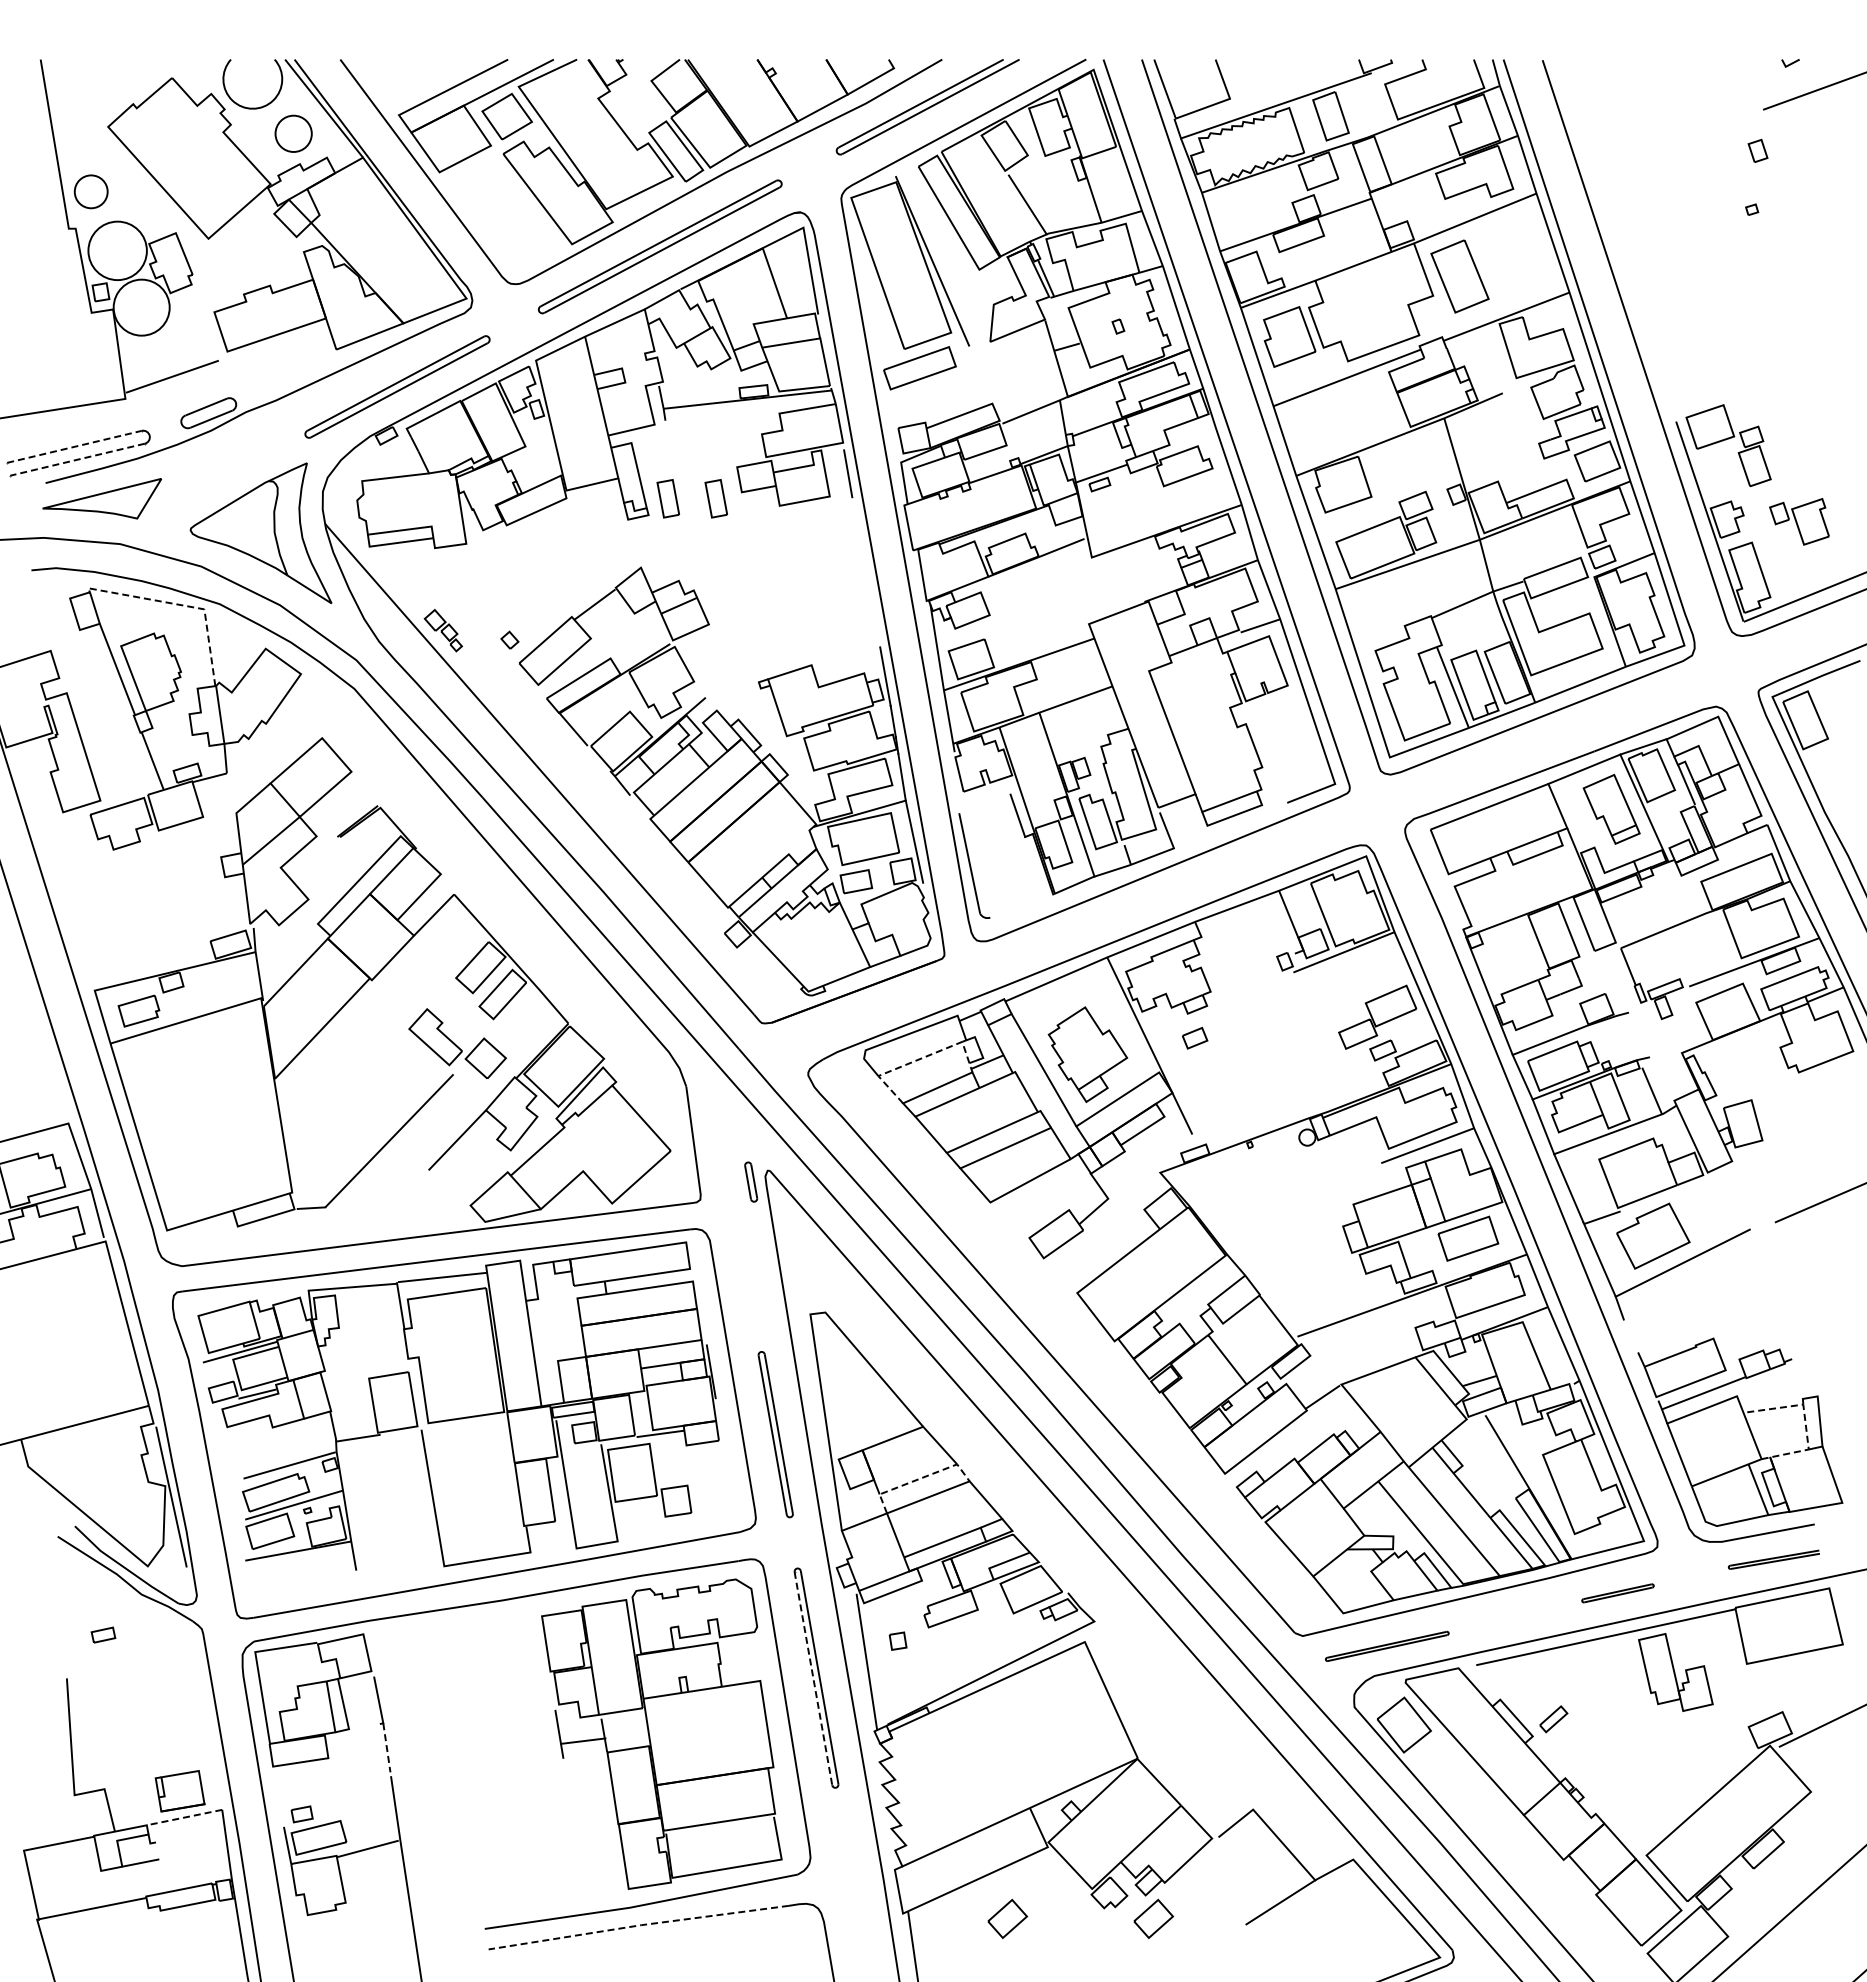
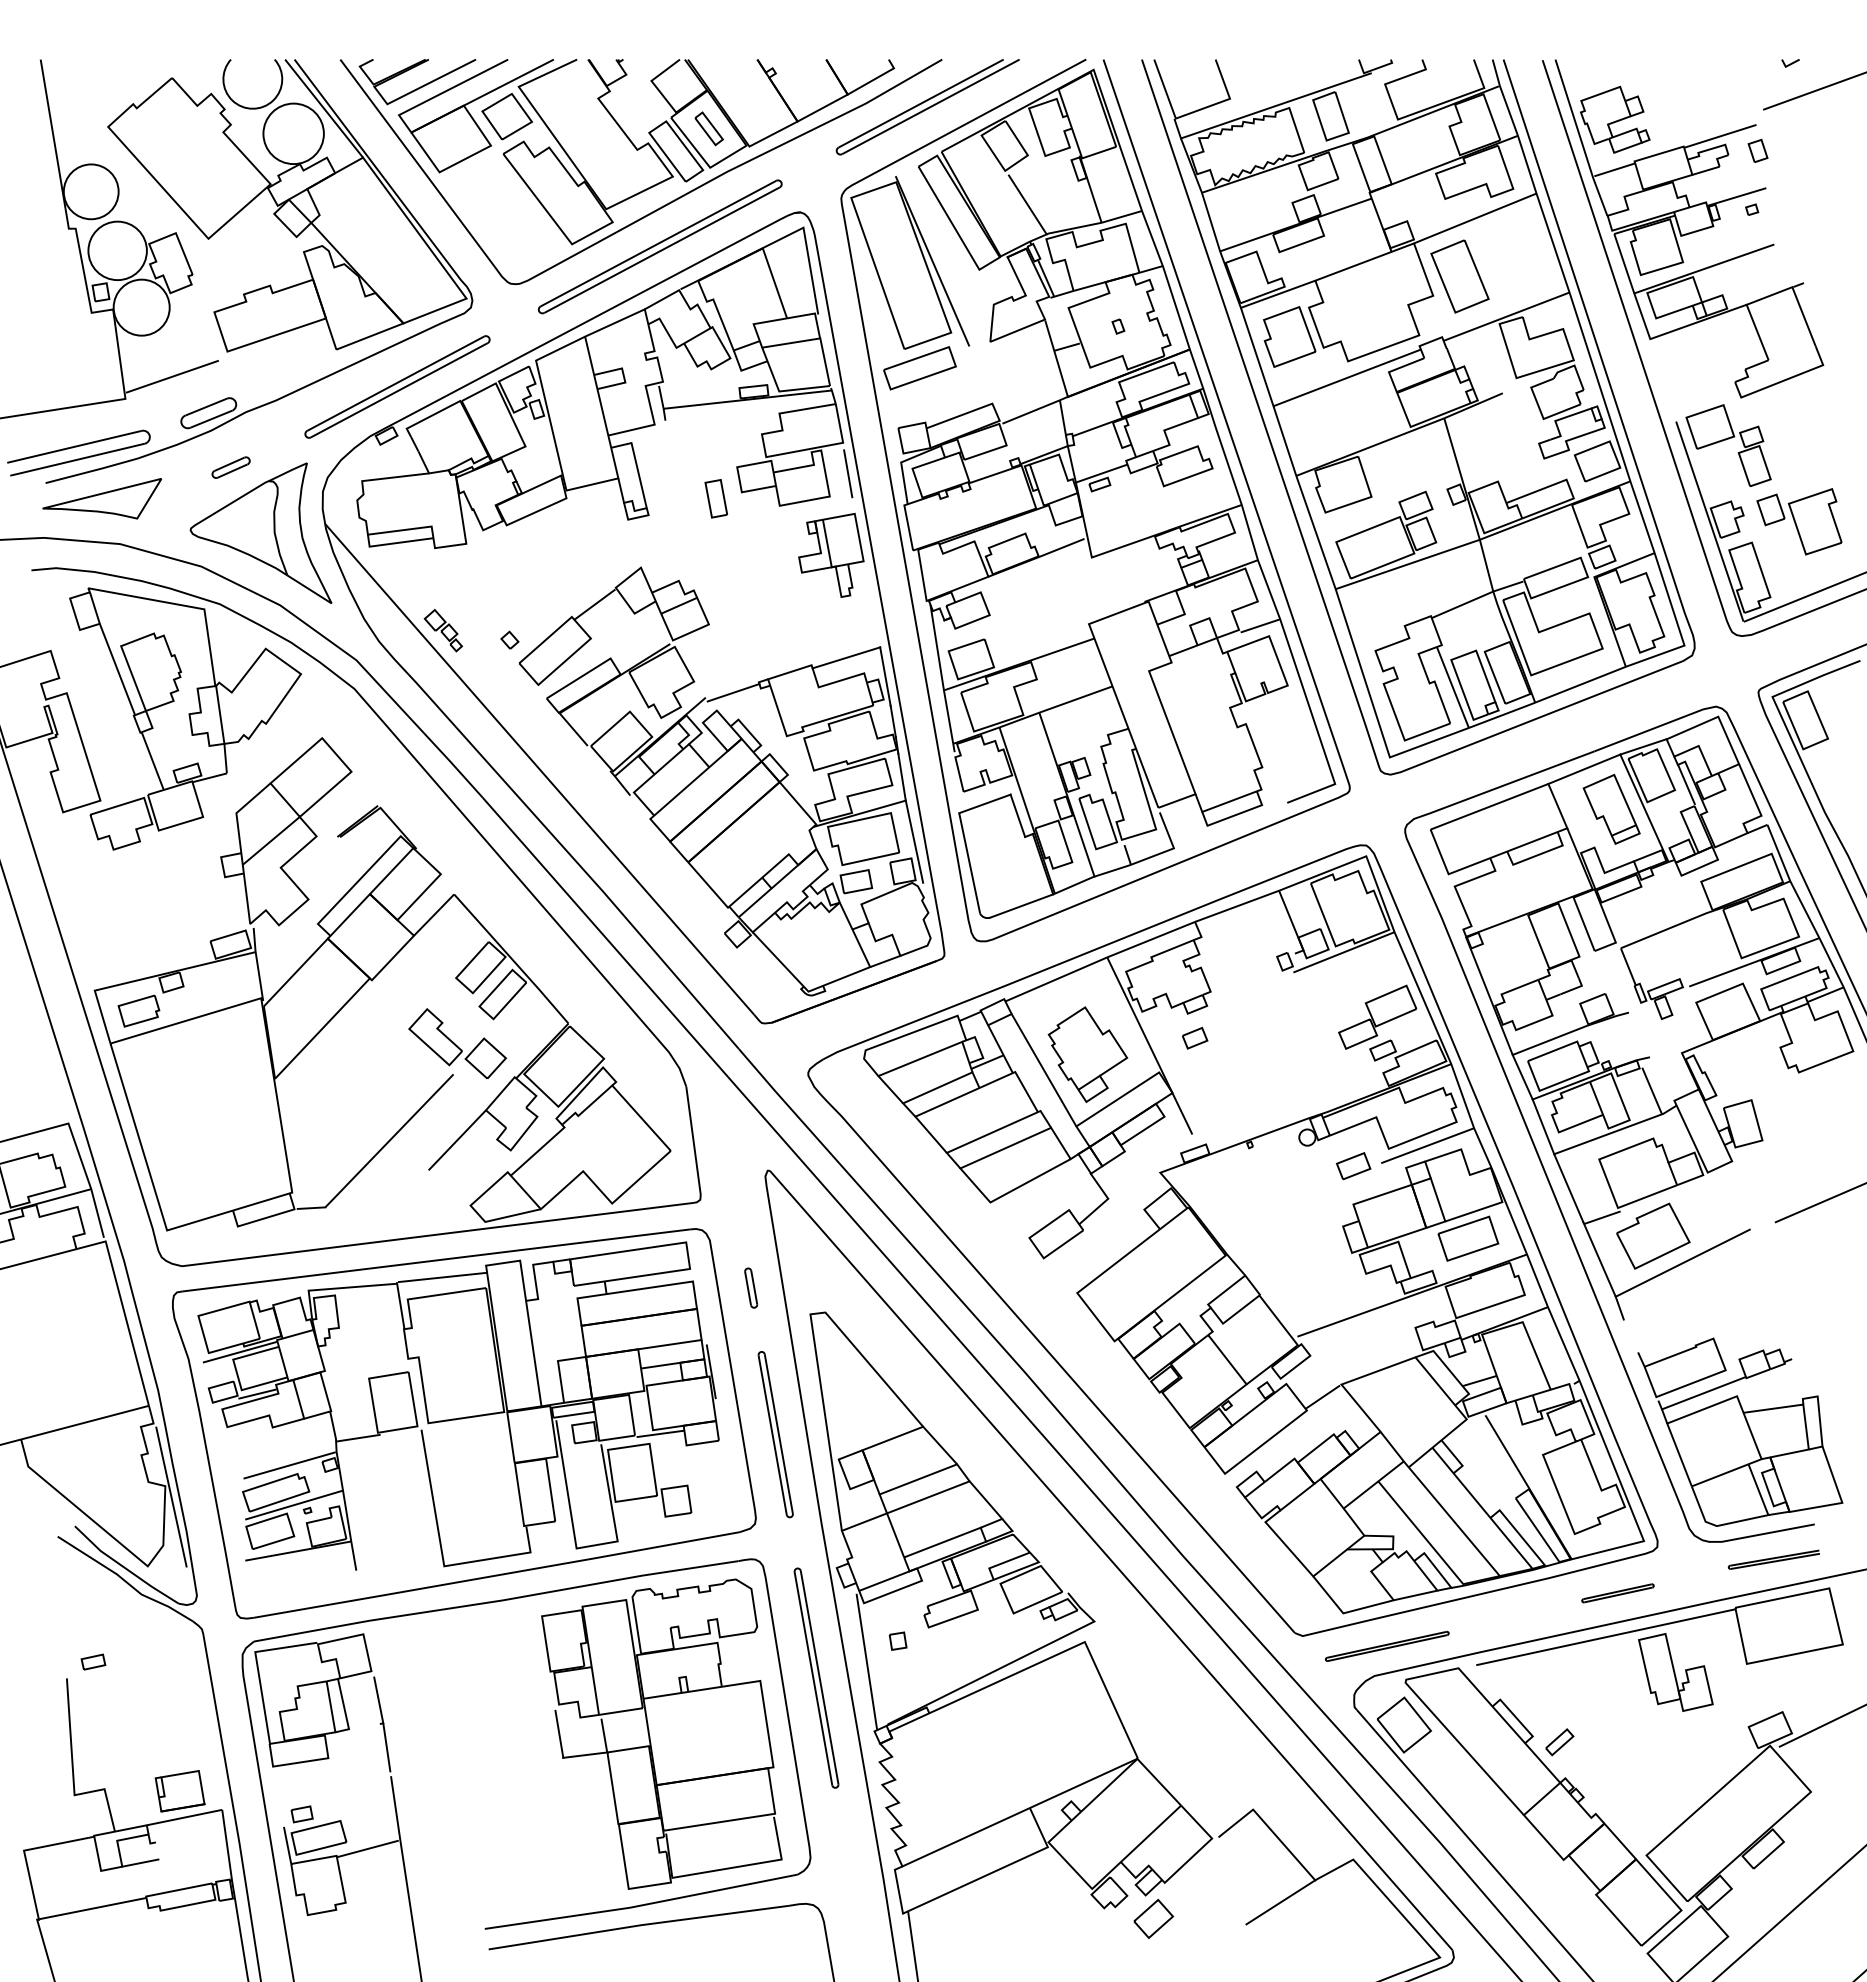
part at (417, 82): none -> present
part at (708, 128): none -> present
circle at (293, 133) diameter: 36 px -> 60 px
circle at (90, 191) diameter: 33 px -> 55 px
part at (1689, 228): none -> present
line at (74, 446): dashed -> solid
line at (77, 459): dashed -> solid
part at (230, 467): none -> present
part at (667, 498): present -> none
part at (1799, 521) size: 61x48 px -> 87x68 px
part at (831, 554): none -> present
line at (181, 605): dashed -> solid
line at (846, 657): none -> present
line at (733, 692): none -> present
line at (984, 803): none -> present
line at (1021, 905): none -> present
line at (918, 1059): dashed -> solid
part at (1353, 1166): none -> present
part at (751, 1181) position: (751, 1181) -> (751, 1287)
line at (1805, 1421): dashed -> solid
line at (919, 1479): dashed -> solid
part at (103, 1634) position: (103, 1634) -> (93, 1661)
line at (813, 1679): dashed -> solid
part at (1553, 1719) position: (1553, 1719) -> (1559, 1742)
line at (583, 1740) position: (583, 1740) -> (585, 1754)
line at (386, 1747): dashed -> solid
line at (184, 1817): dashed -> solid
part at (1007, 1918): present -> none
line at (638, 1925): dashed -> solid
